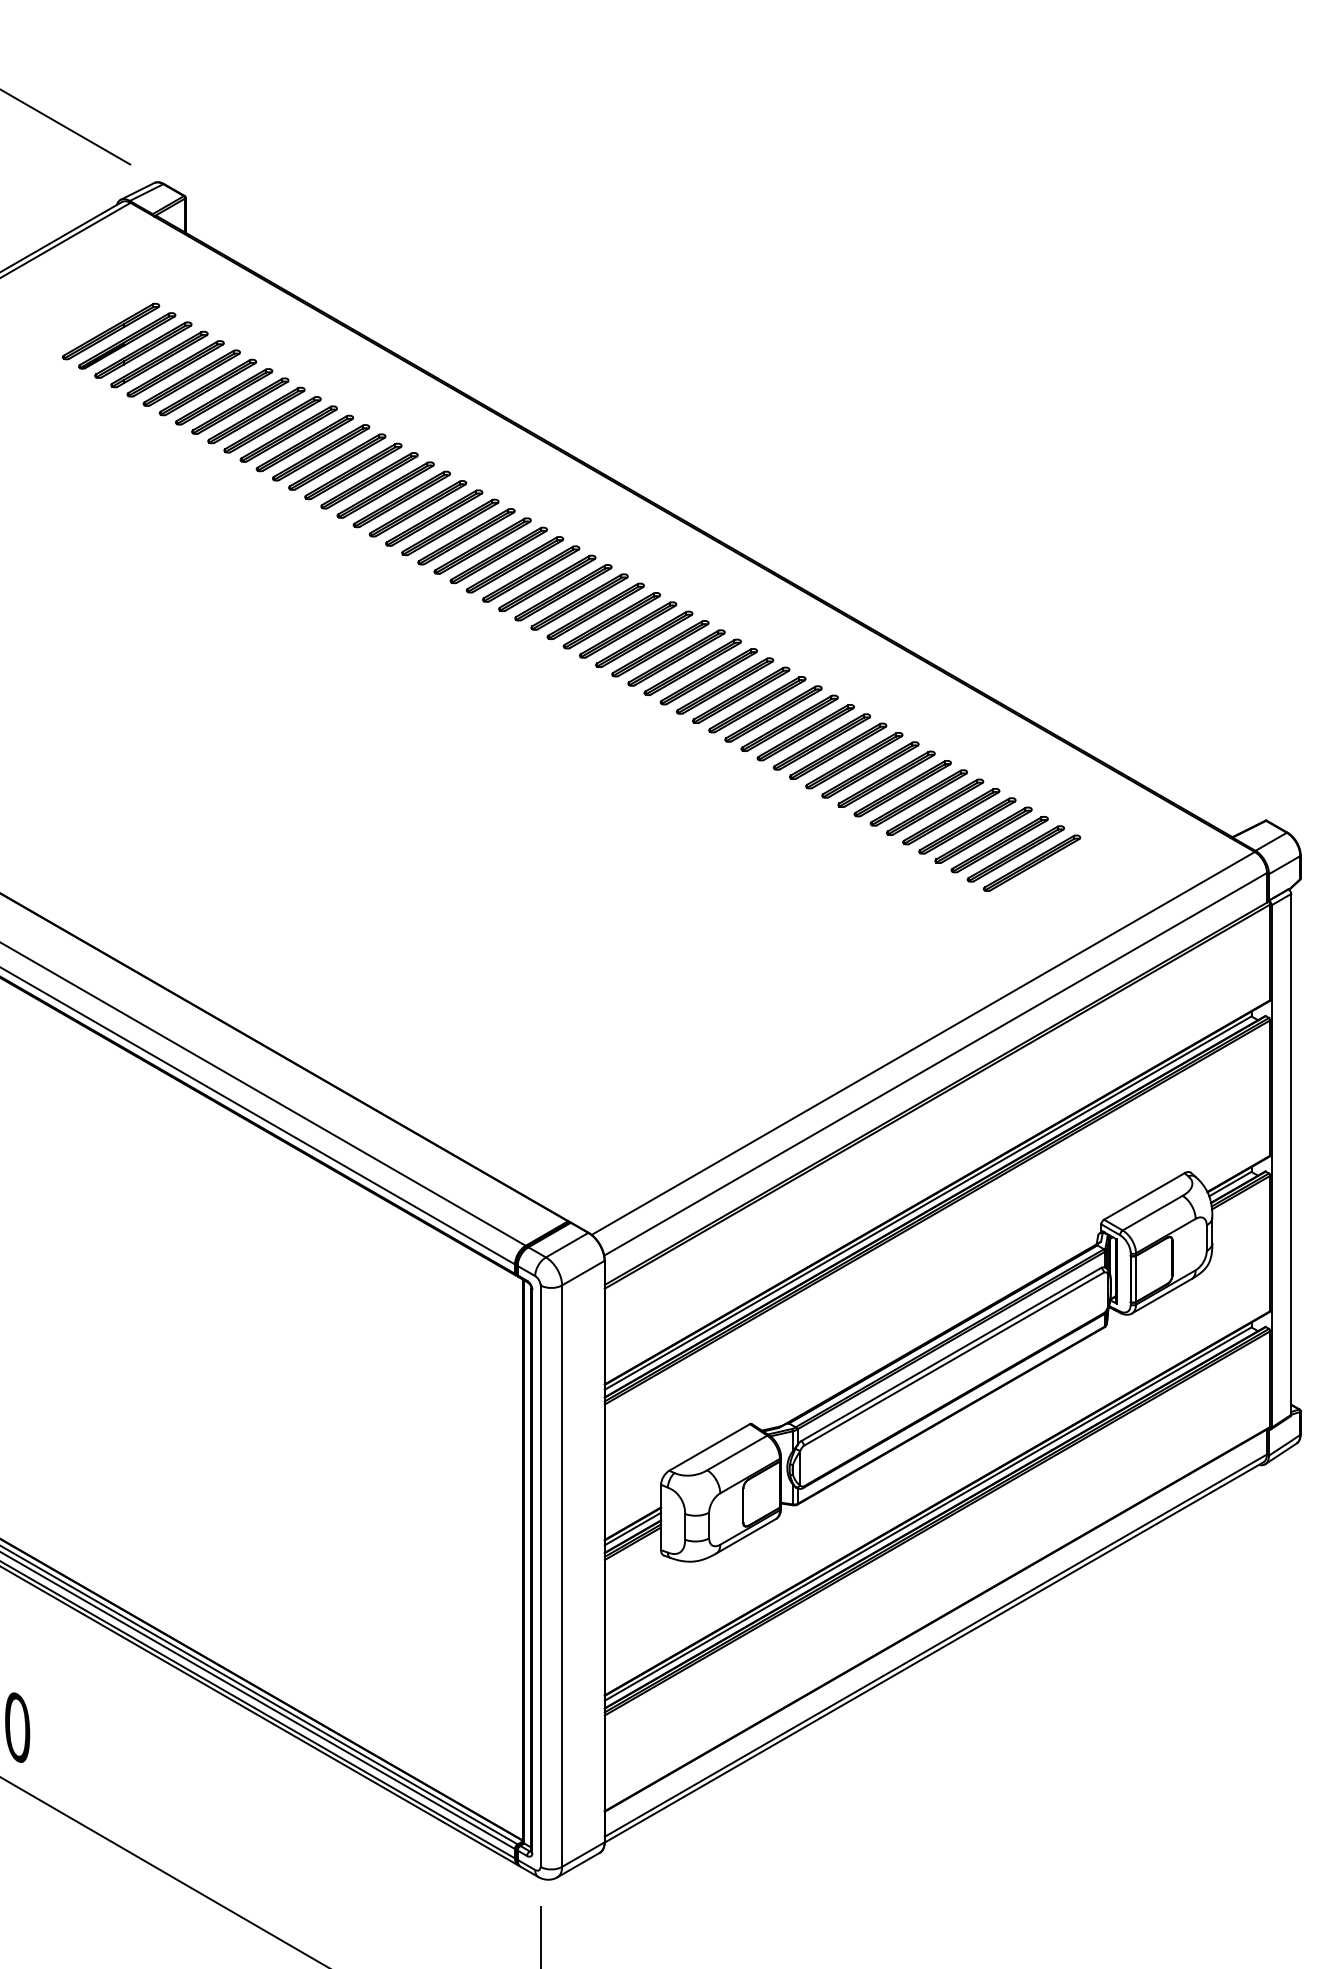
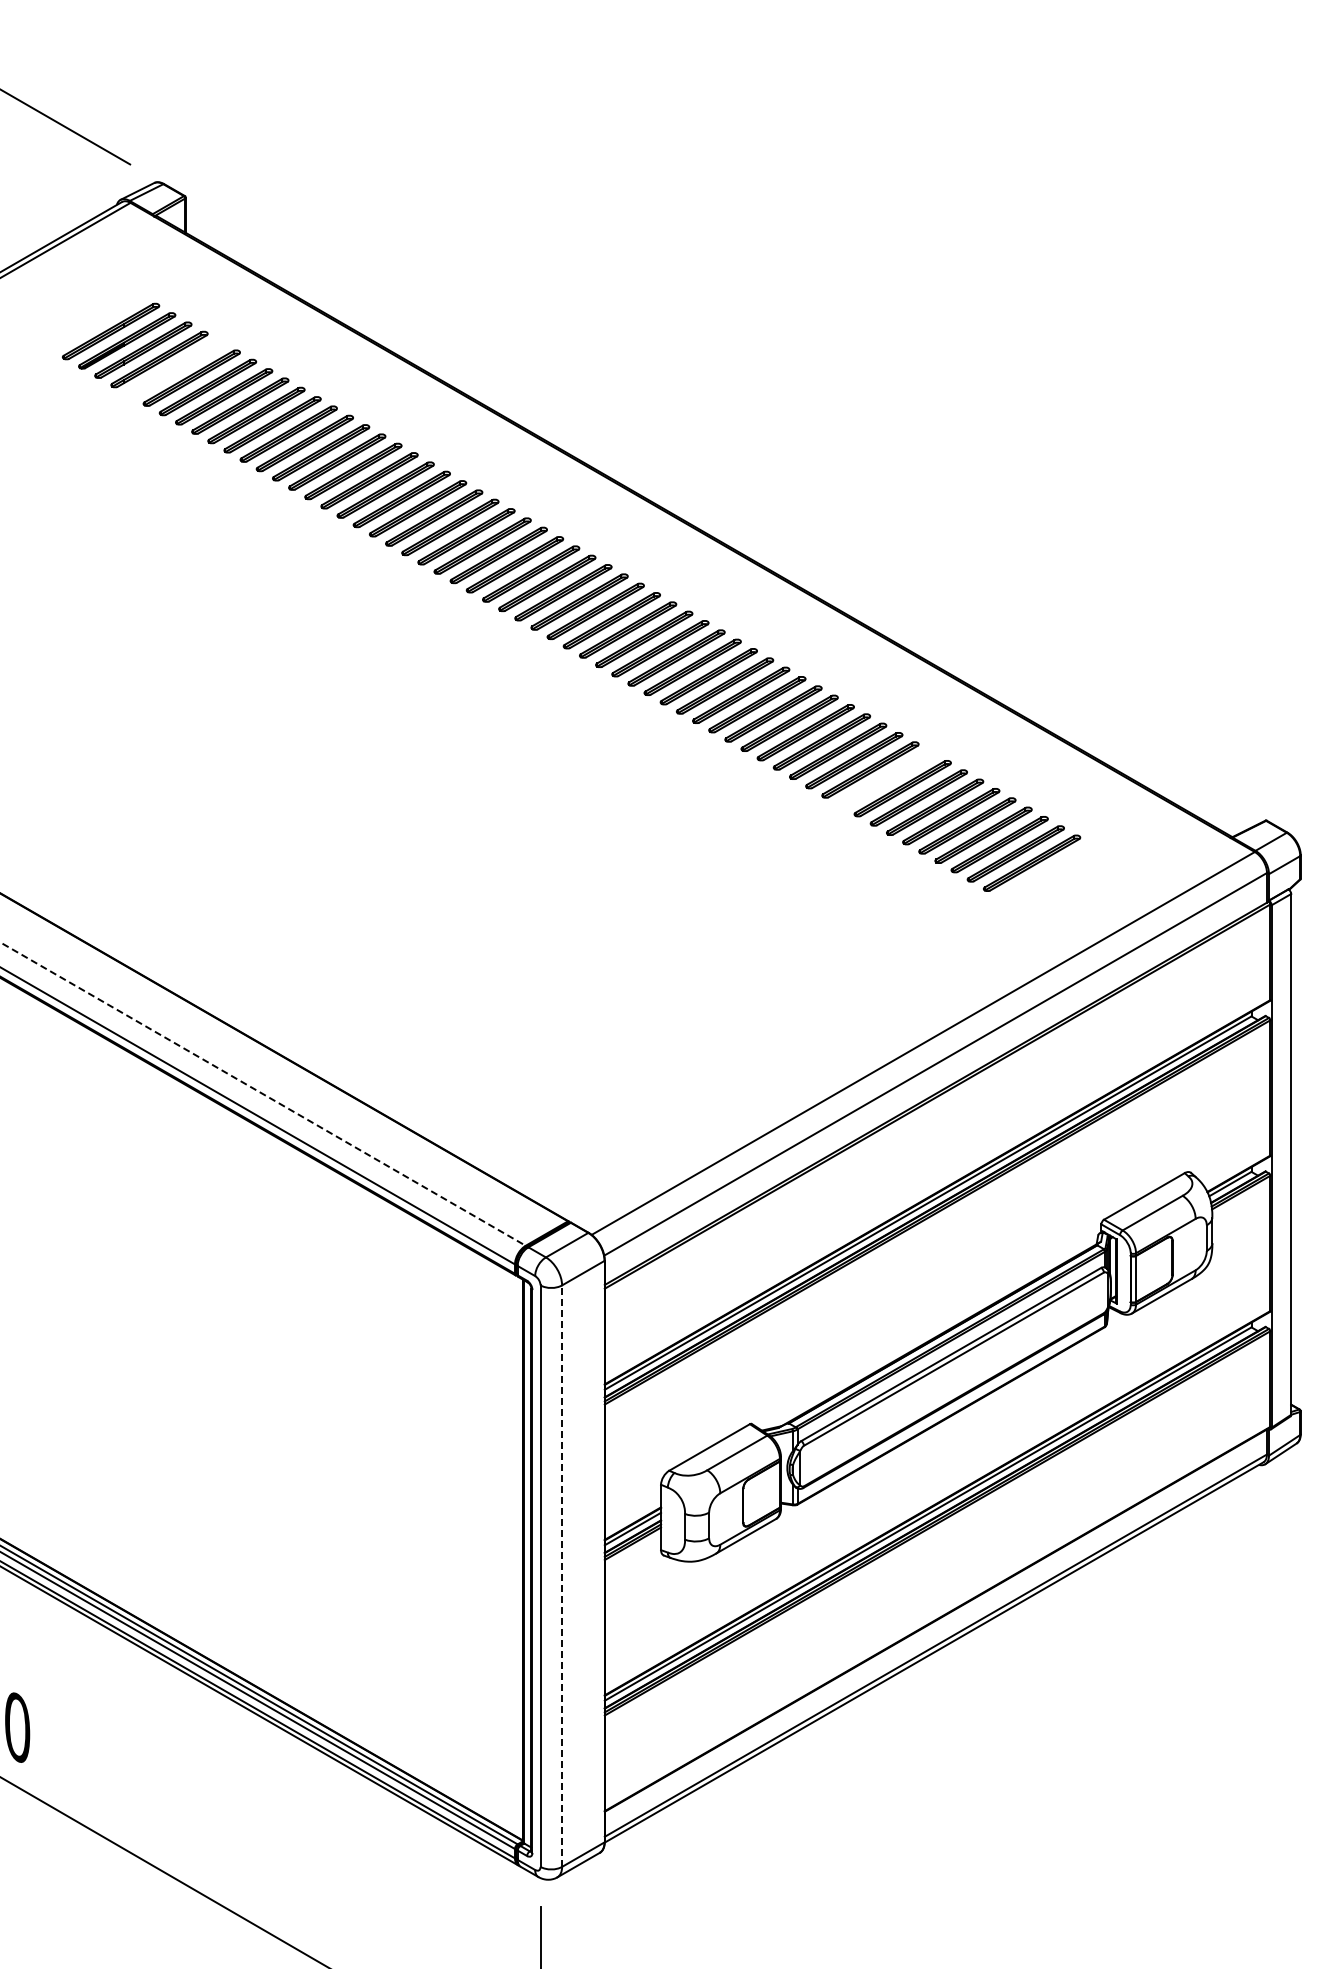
part at (175, 368): present -> none
part at (886, 778): present -> none
line at (263, 1094): solid -> dashed
line at (562, 1576): solid -> dashed
